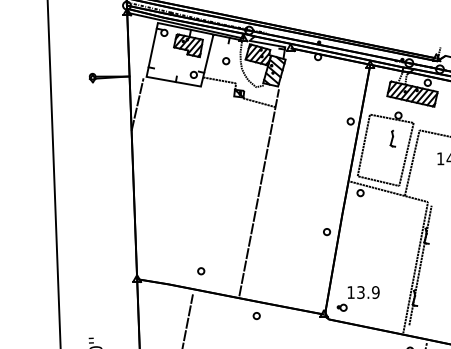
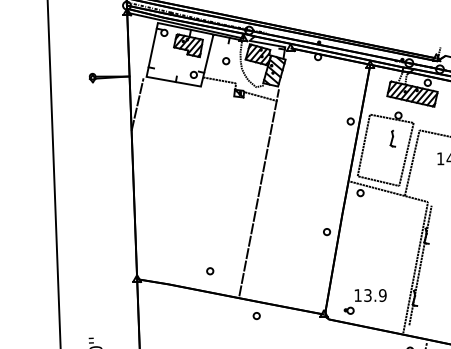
line at (259, 102) position: (259, 102) -> (261, 96)
part at (201, 271) position: (201, 271) -> (210, 271)
part at (357, 298) position: (357, 298) -> (364, 301)
line at (187, 319): present -> none
